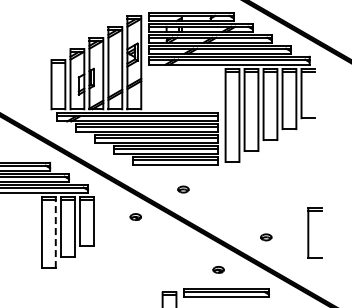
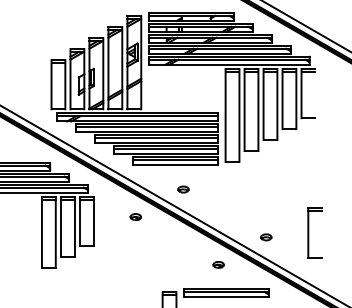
line at (306, 26): none -> present
line at (173, 205): none -> present
line at (55, 232): dashed -> solid
part at (218, 269) position: (218, 269) -> (218, 264)
